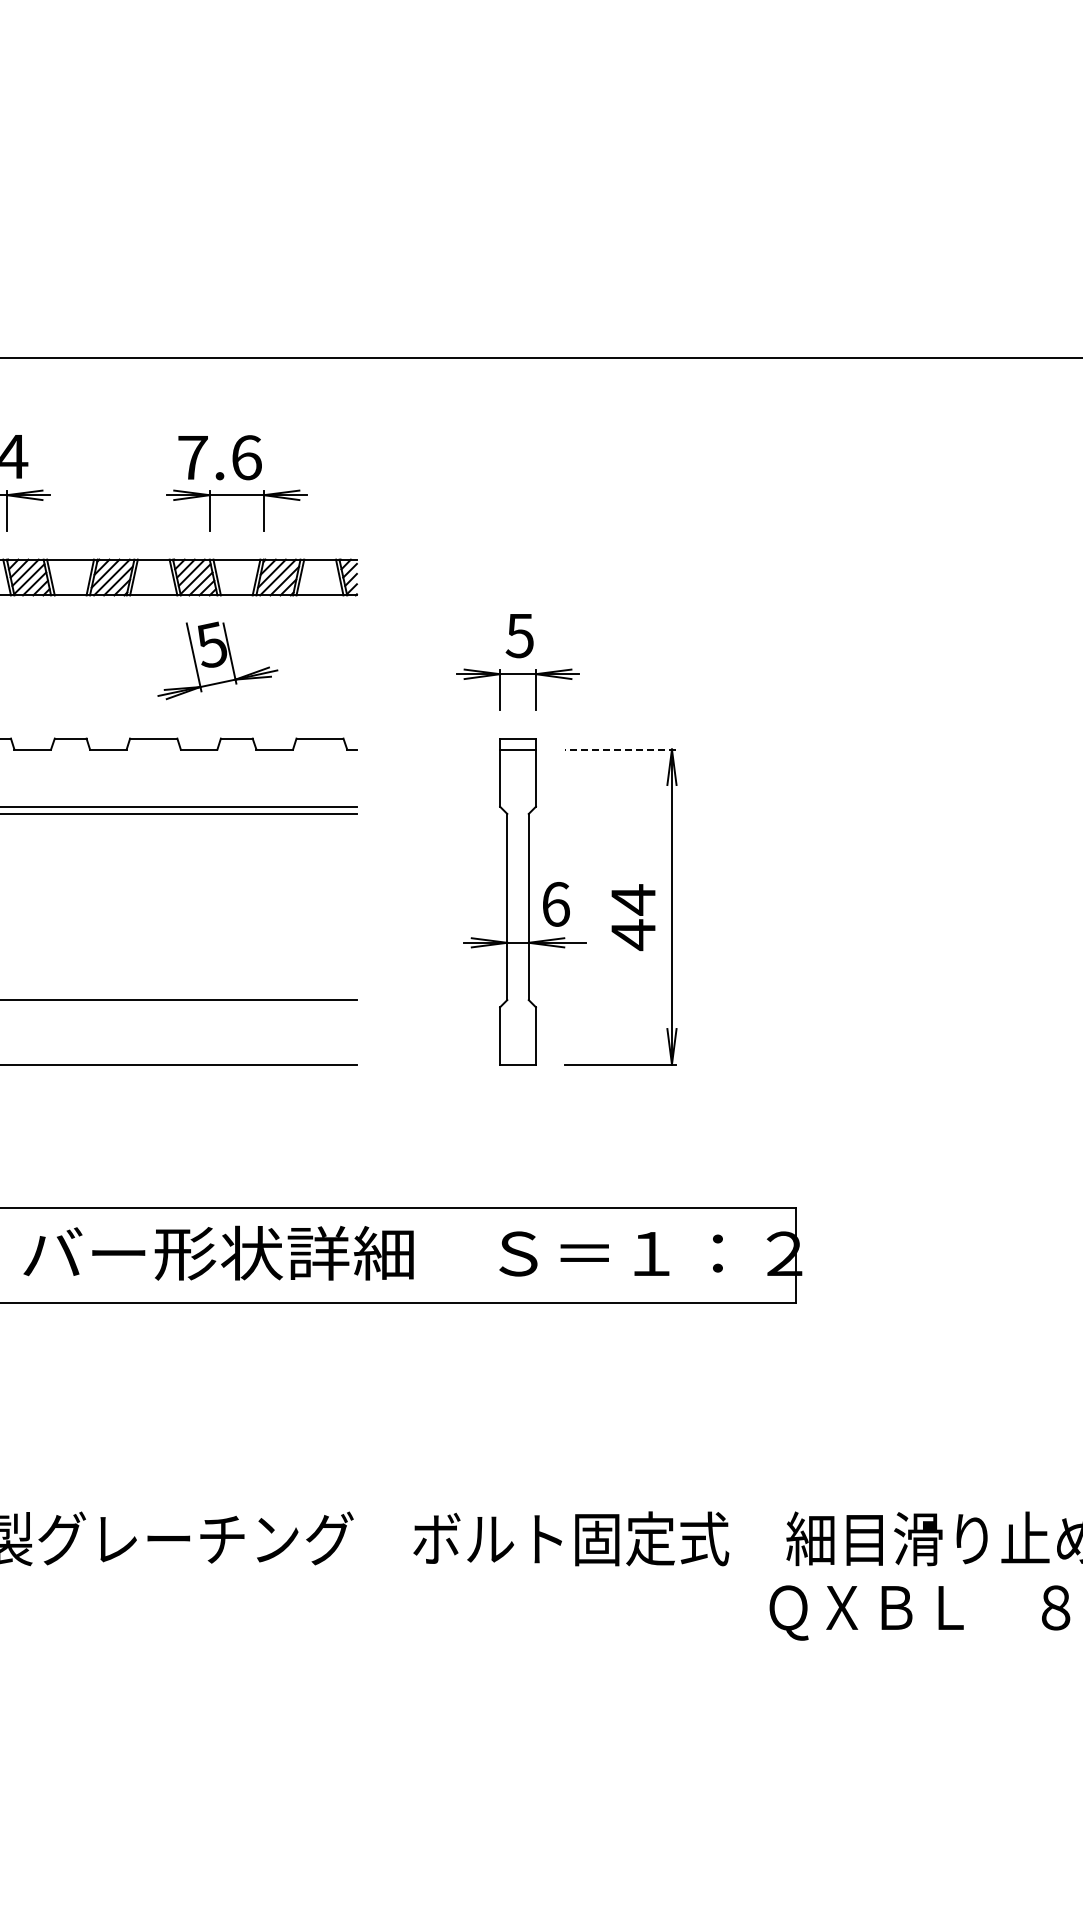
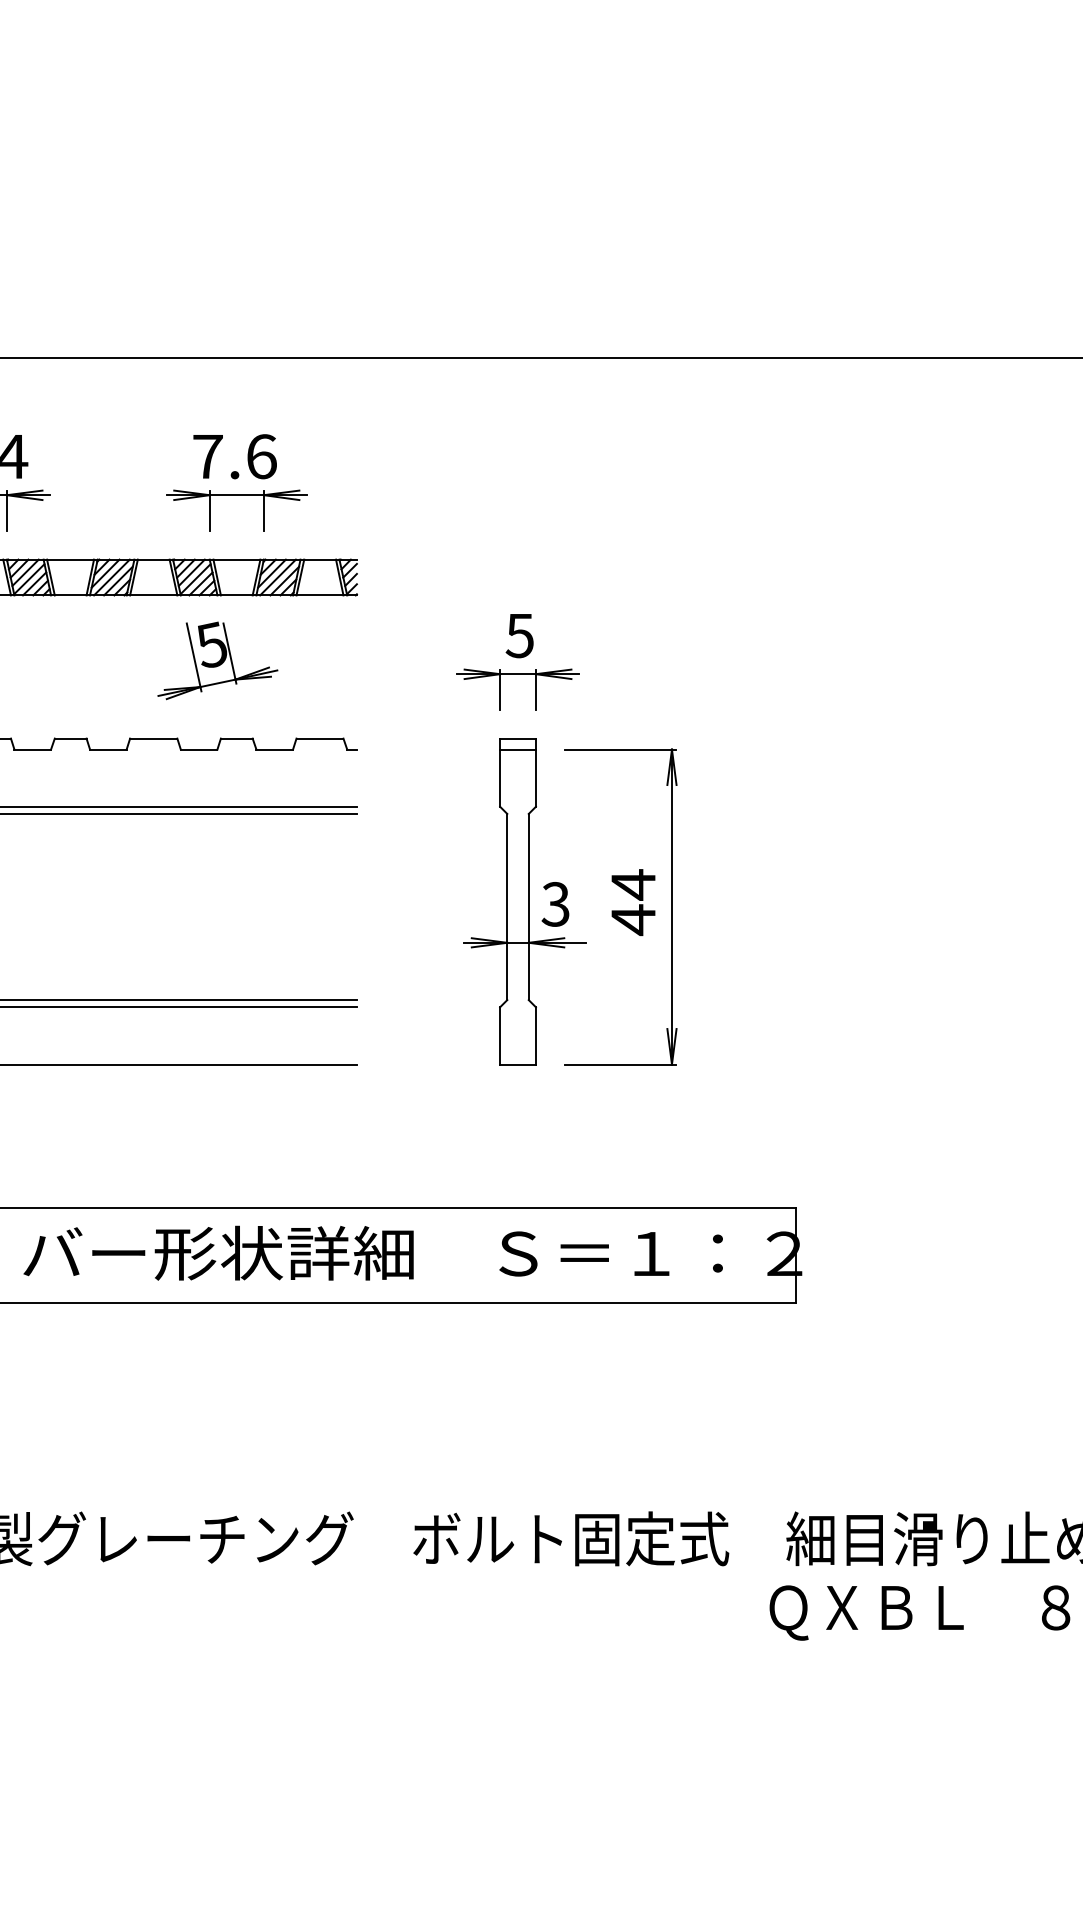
text at (219, 457) position: (219, 457) -> (234, 456)
line at (620, 749): dashed -> solid
text at (555, 904): 6 -> 3
text at (633, 917) position: (633, 917) -> (633, 902)
line at (179, 1007): none -> present
